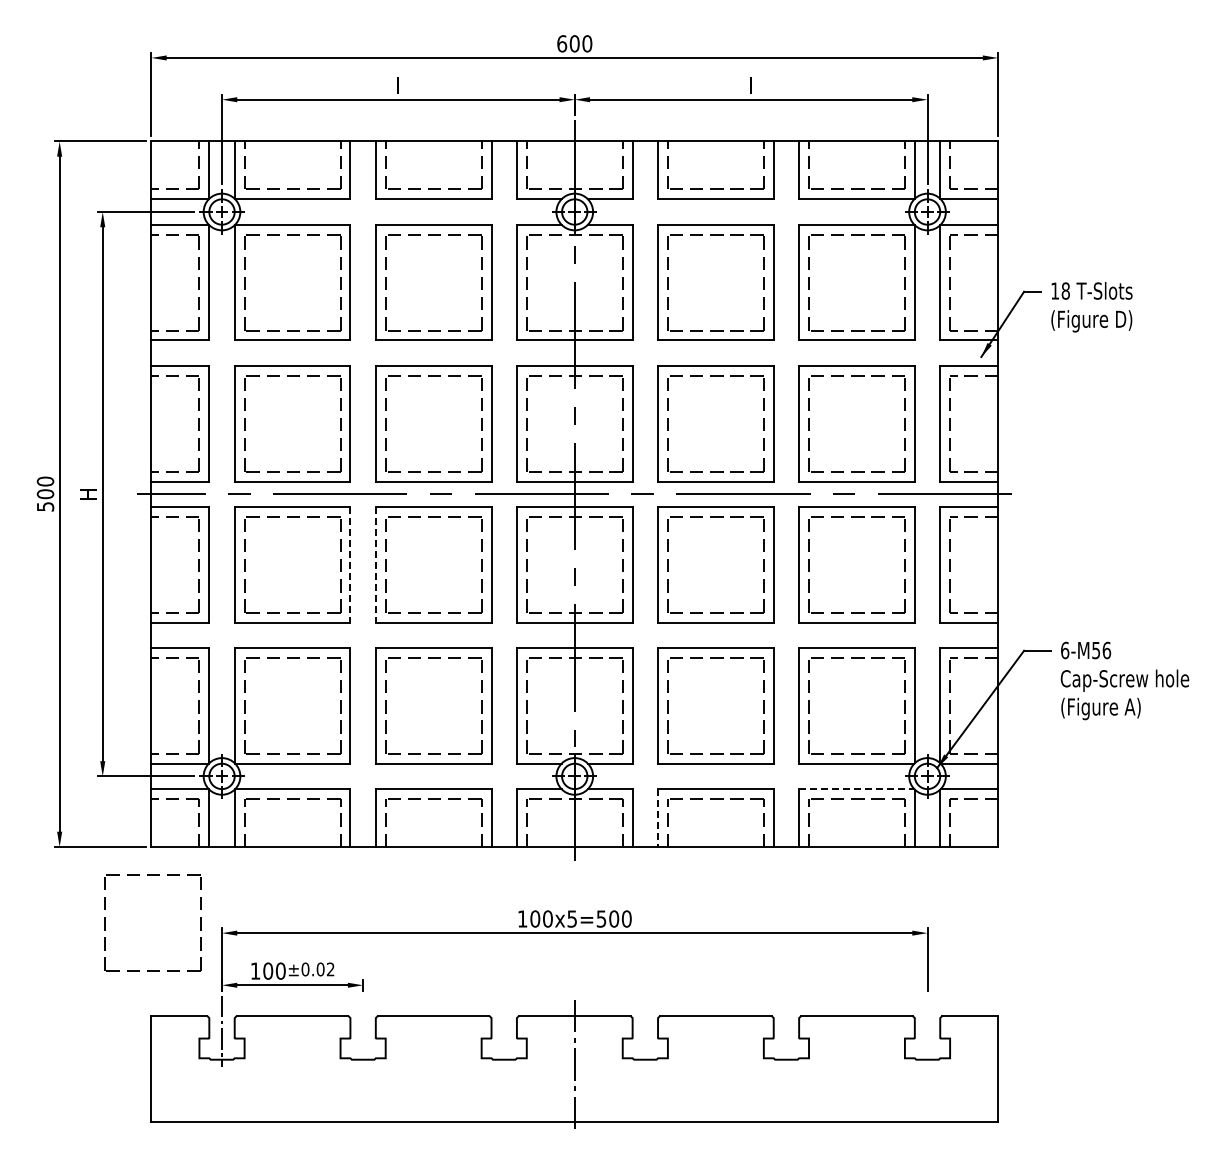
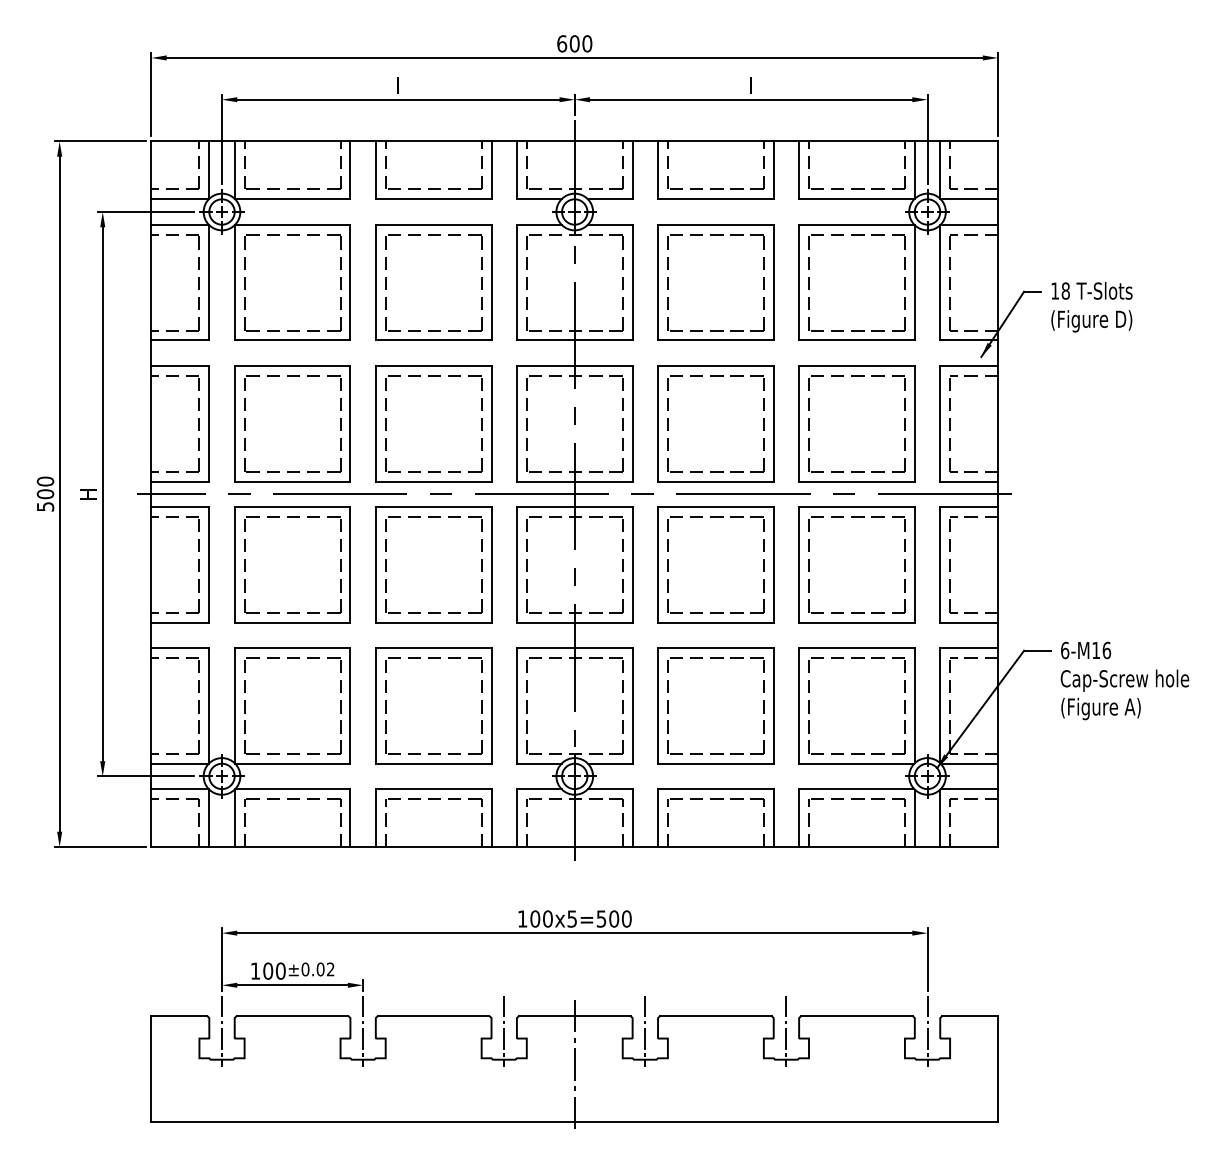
line at (350, 564): dashed -> solid
line at (375, 564): dashed -> solid
text at (1096, 650): 6-M56 -> 6-M16
line at (856, 789): dashed -> solid
line at (658, 818): dashed -> solid
part at (152, 875): present -> none
line at (363, 1030): none -> present
line at (504, 1030): none -> present
line at (645, 1030): none -> present
line at (786, 1030): none -> present
line at (927, 1030): none -> present
